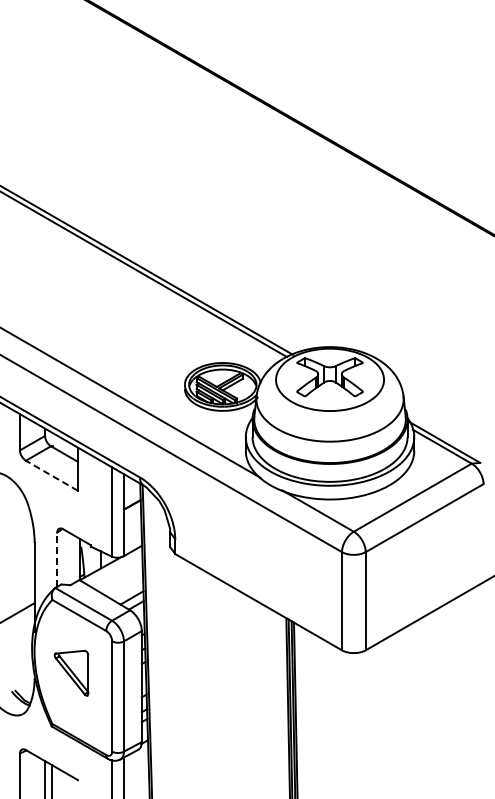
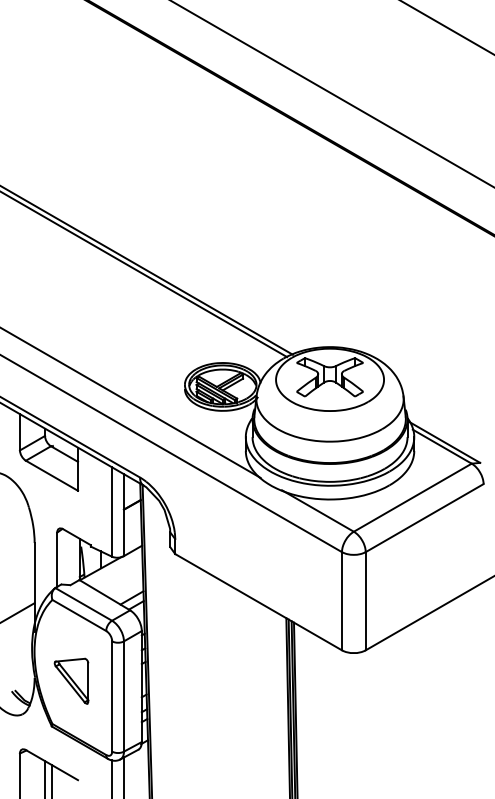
line at (447, 27): none -> present
line at (332, 93): none -> present
line at (51, 475): dashed -> solid
line at (57, 559): dashed -> solid
part at (71, 672) position: (71, 672) -> (71, 680)
